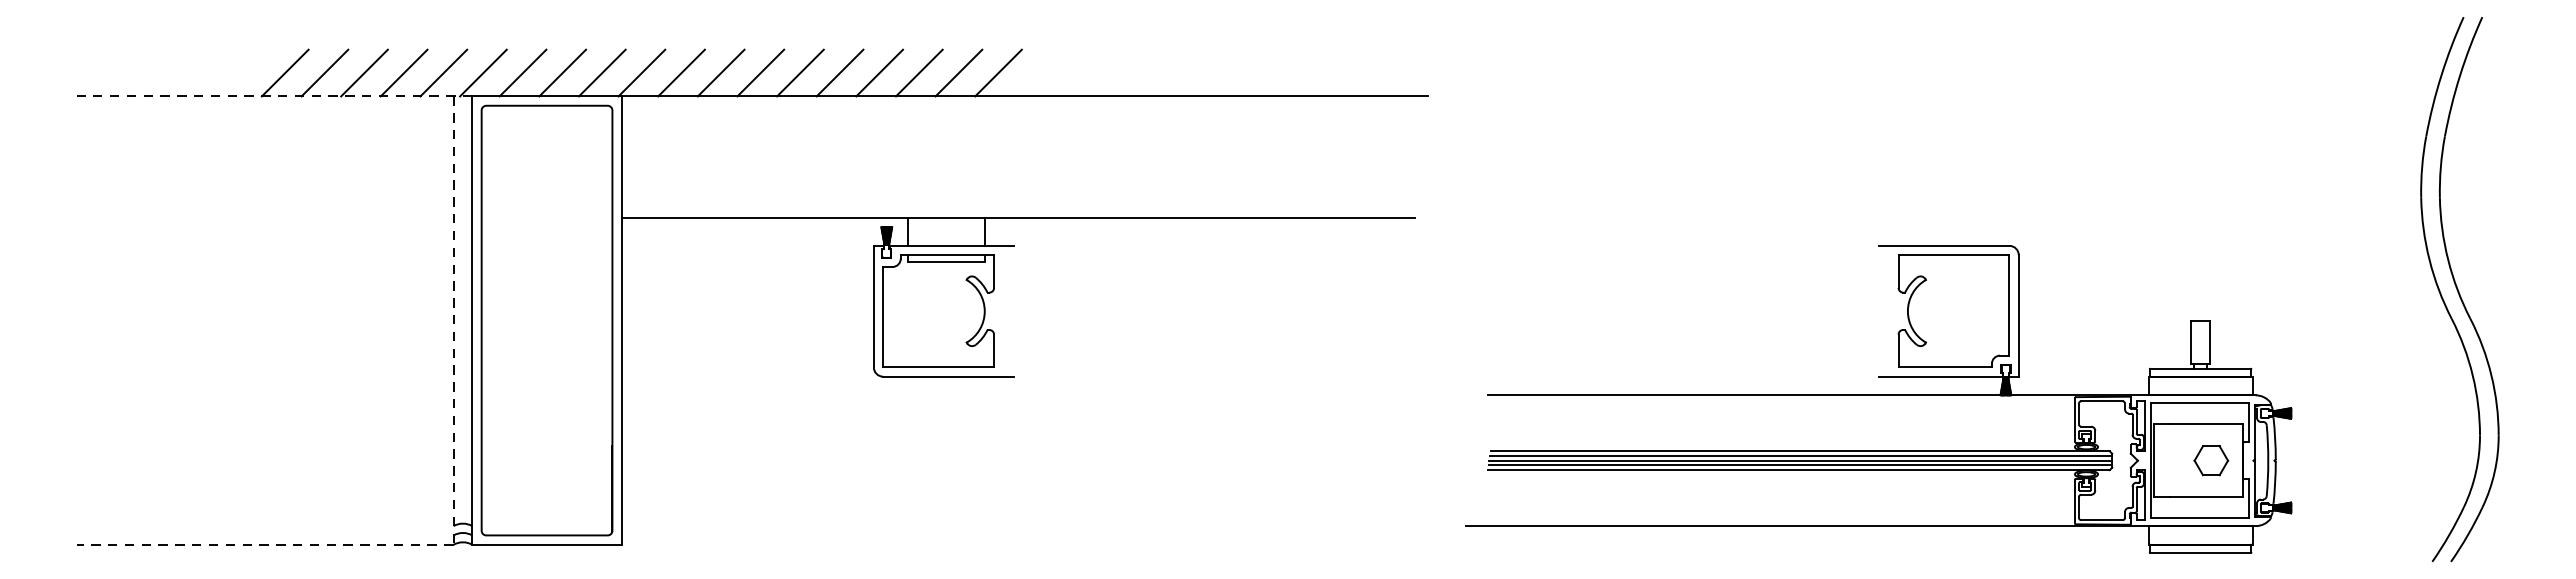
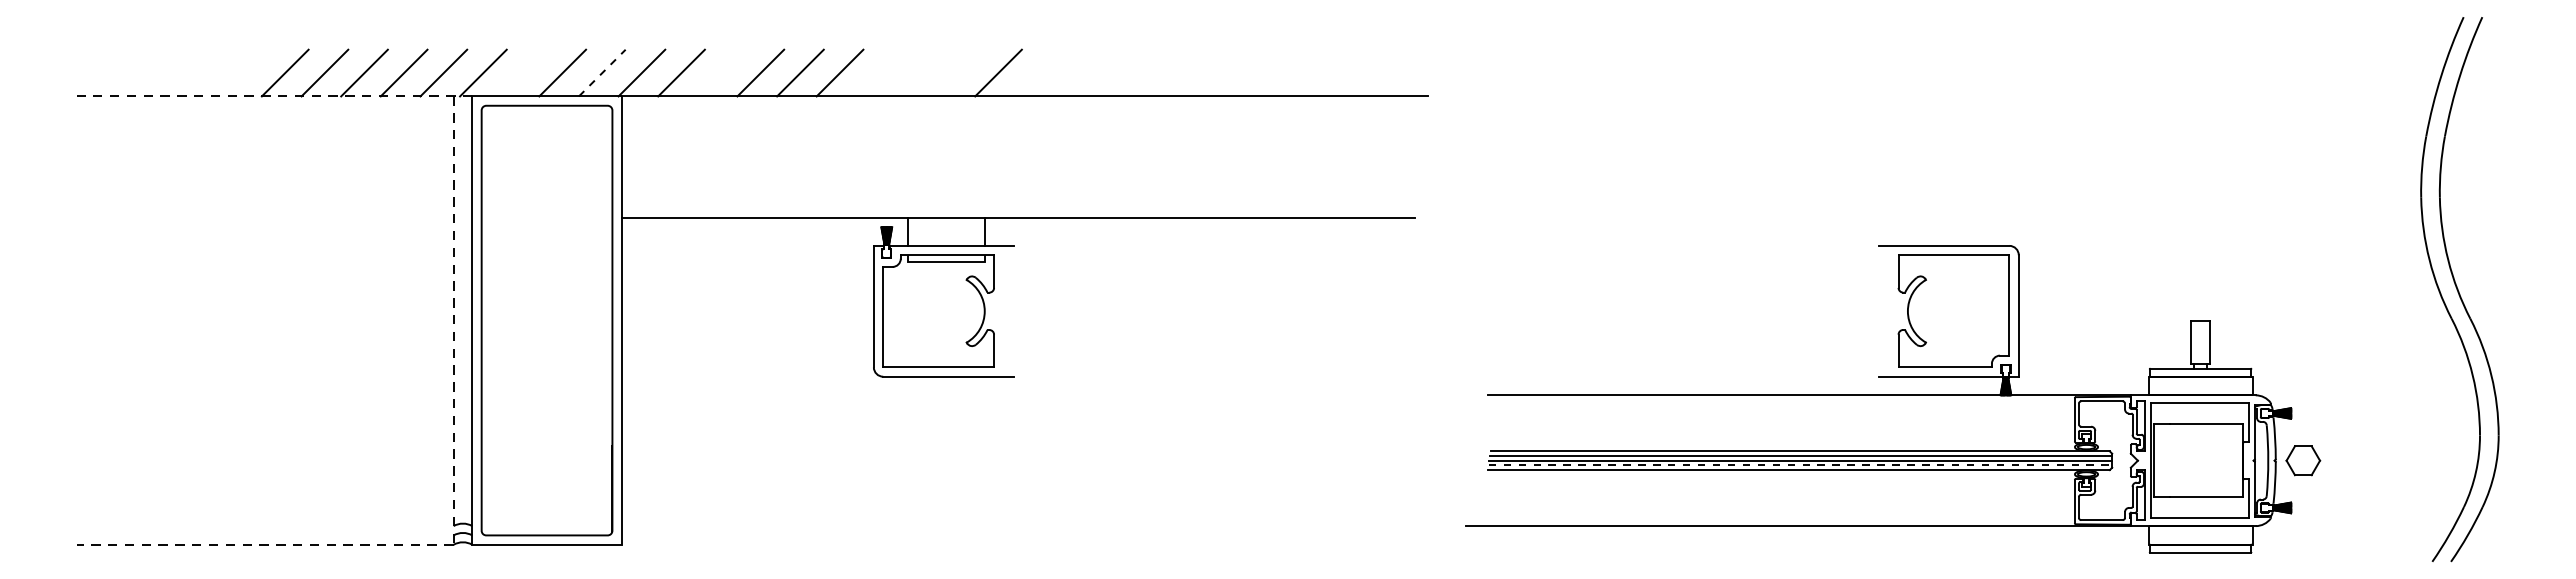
line at (522, 72): present -> none
line at (602, 72): solid -> dashed
line at (720, 72): present -> none
line at (879, 72): present -> none
line at (918, 72): present -> none
line at (958, 72): present -> none
part at (2211, 460) position: (2211, 460) -> (2303, 460)
line at (1800, 465): solid -> dashed
